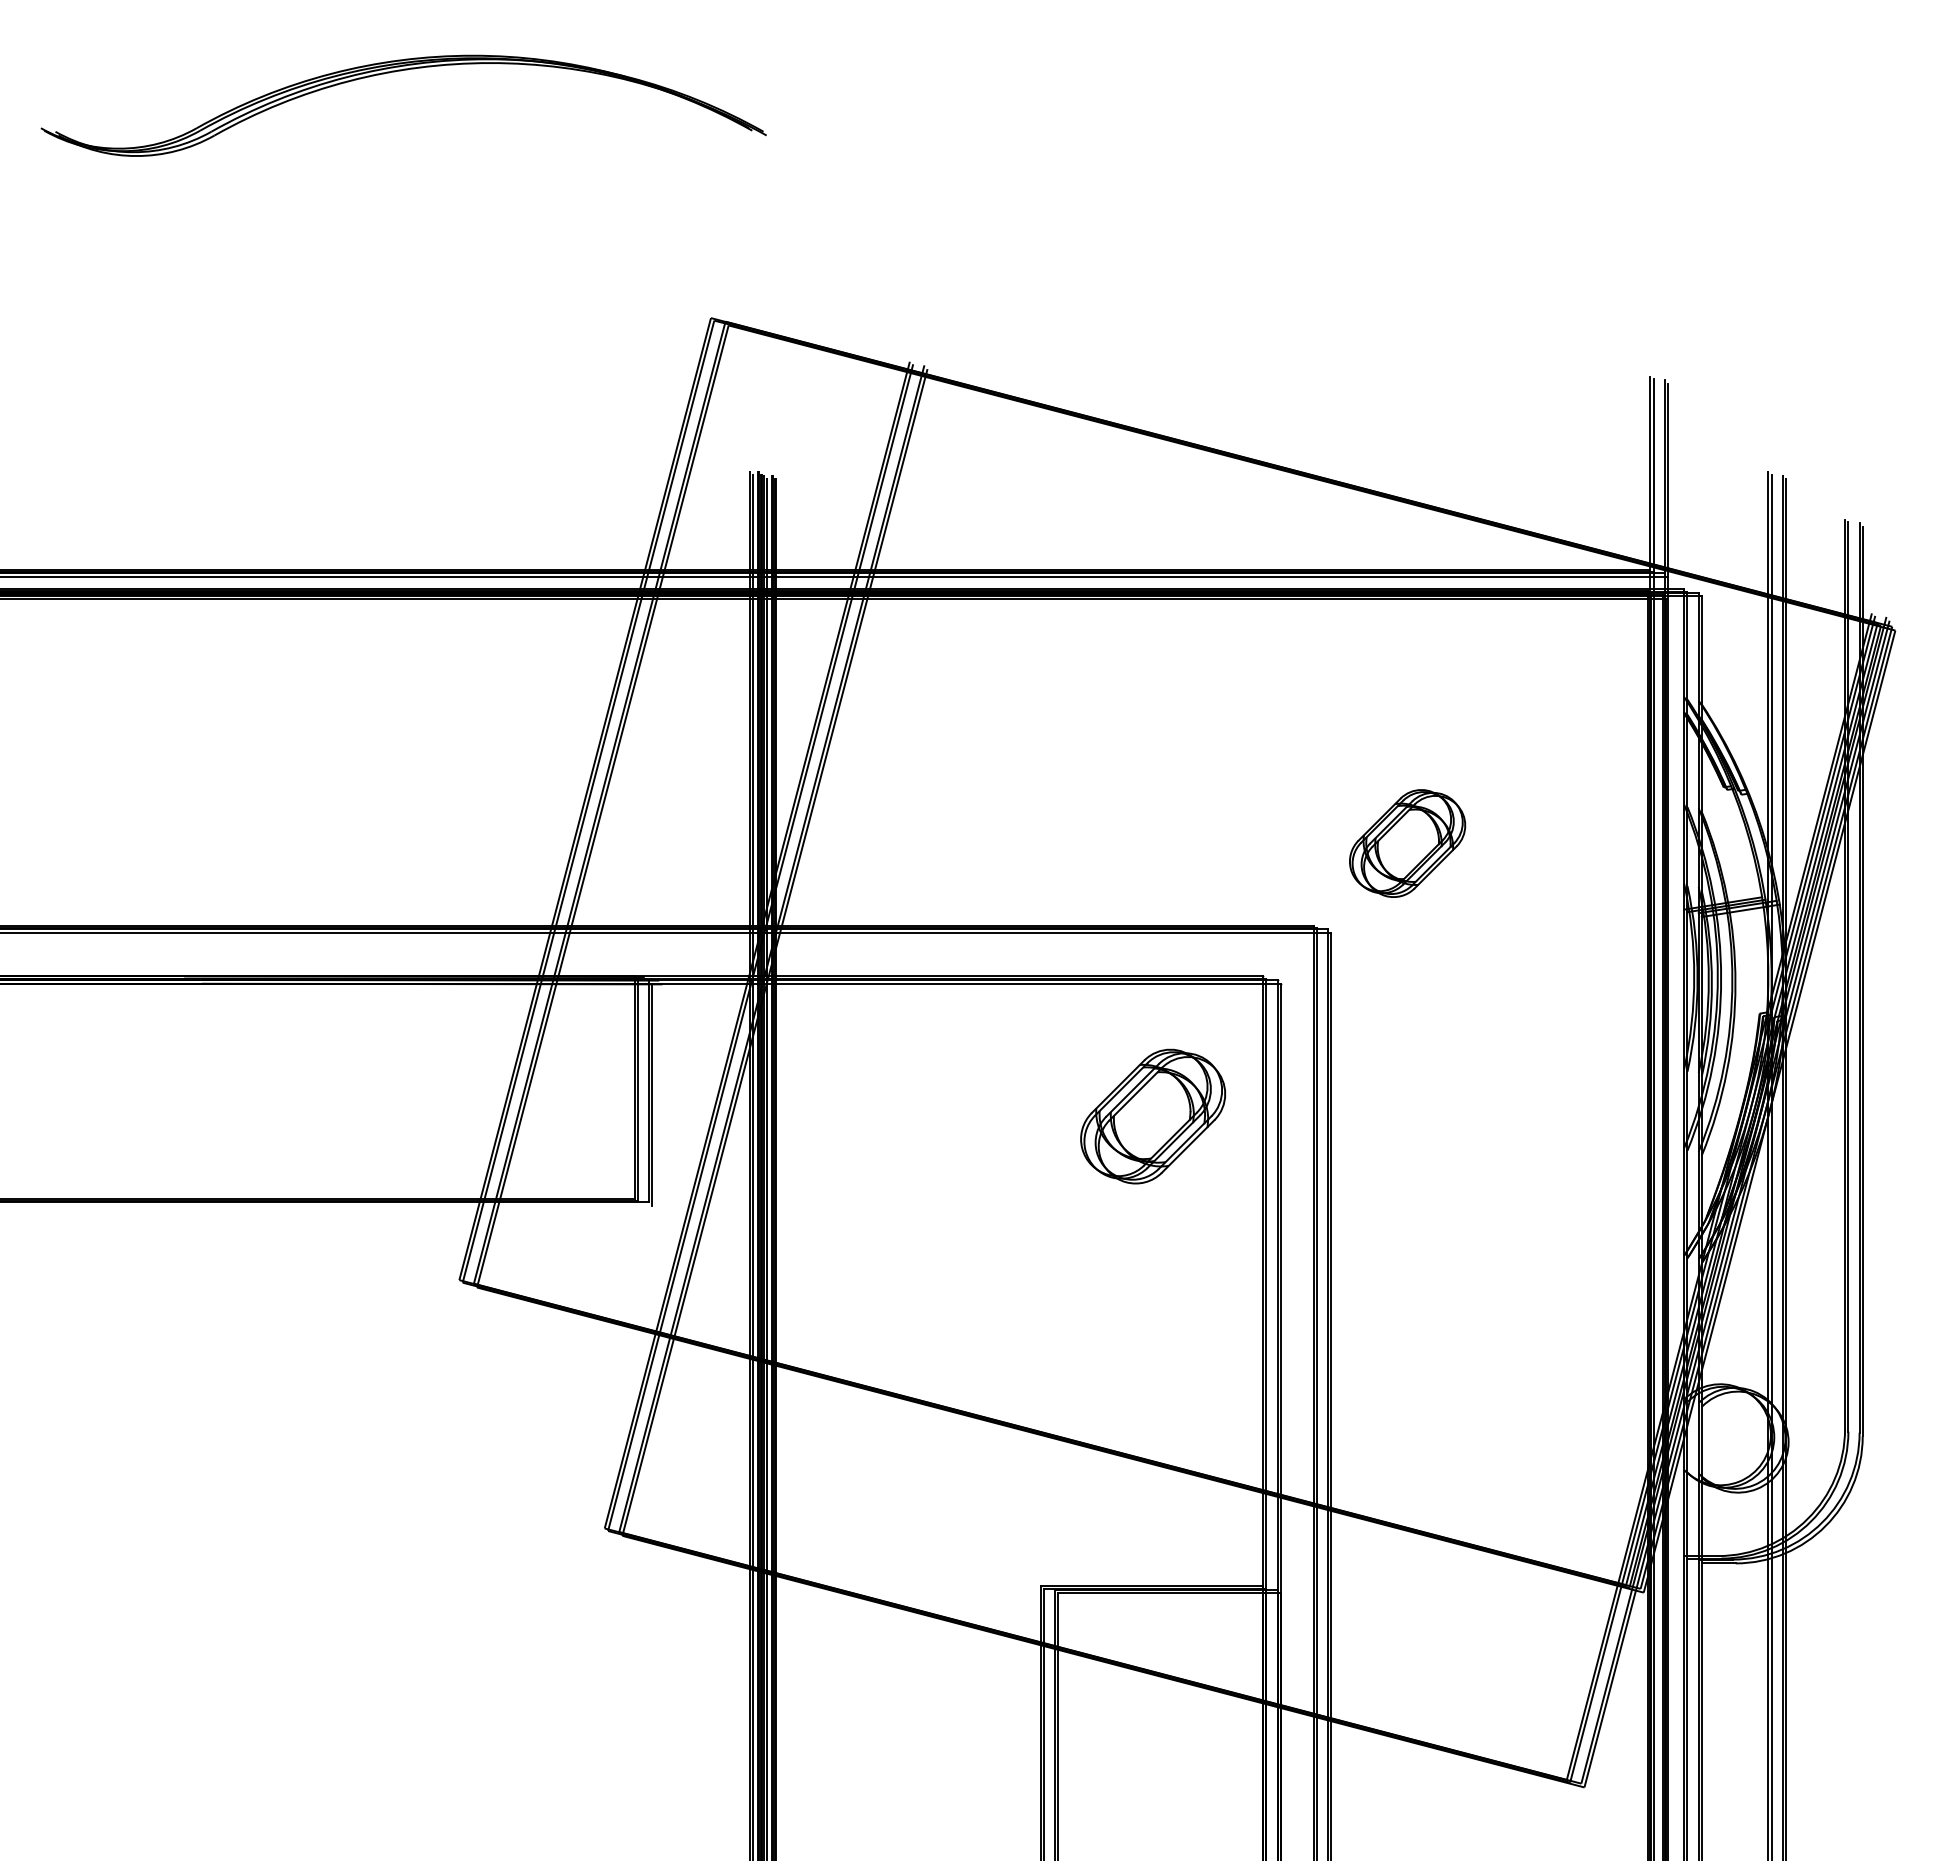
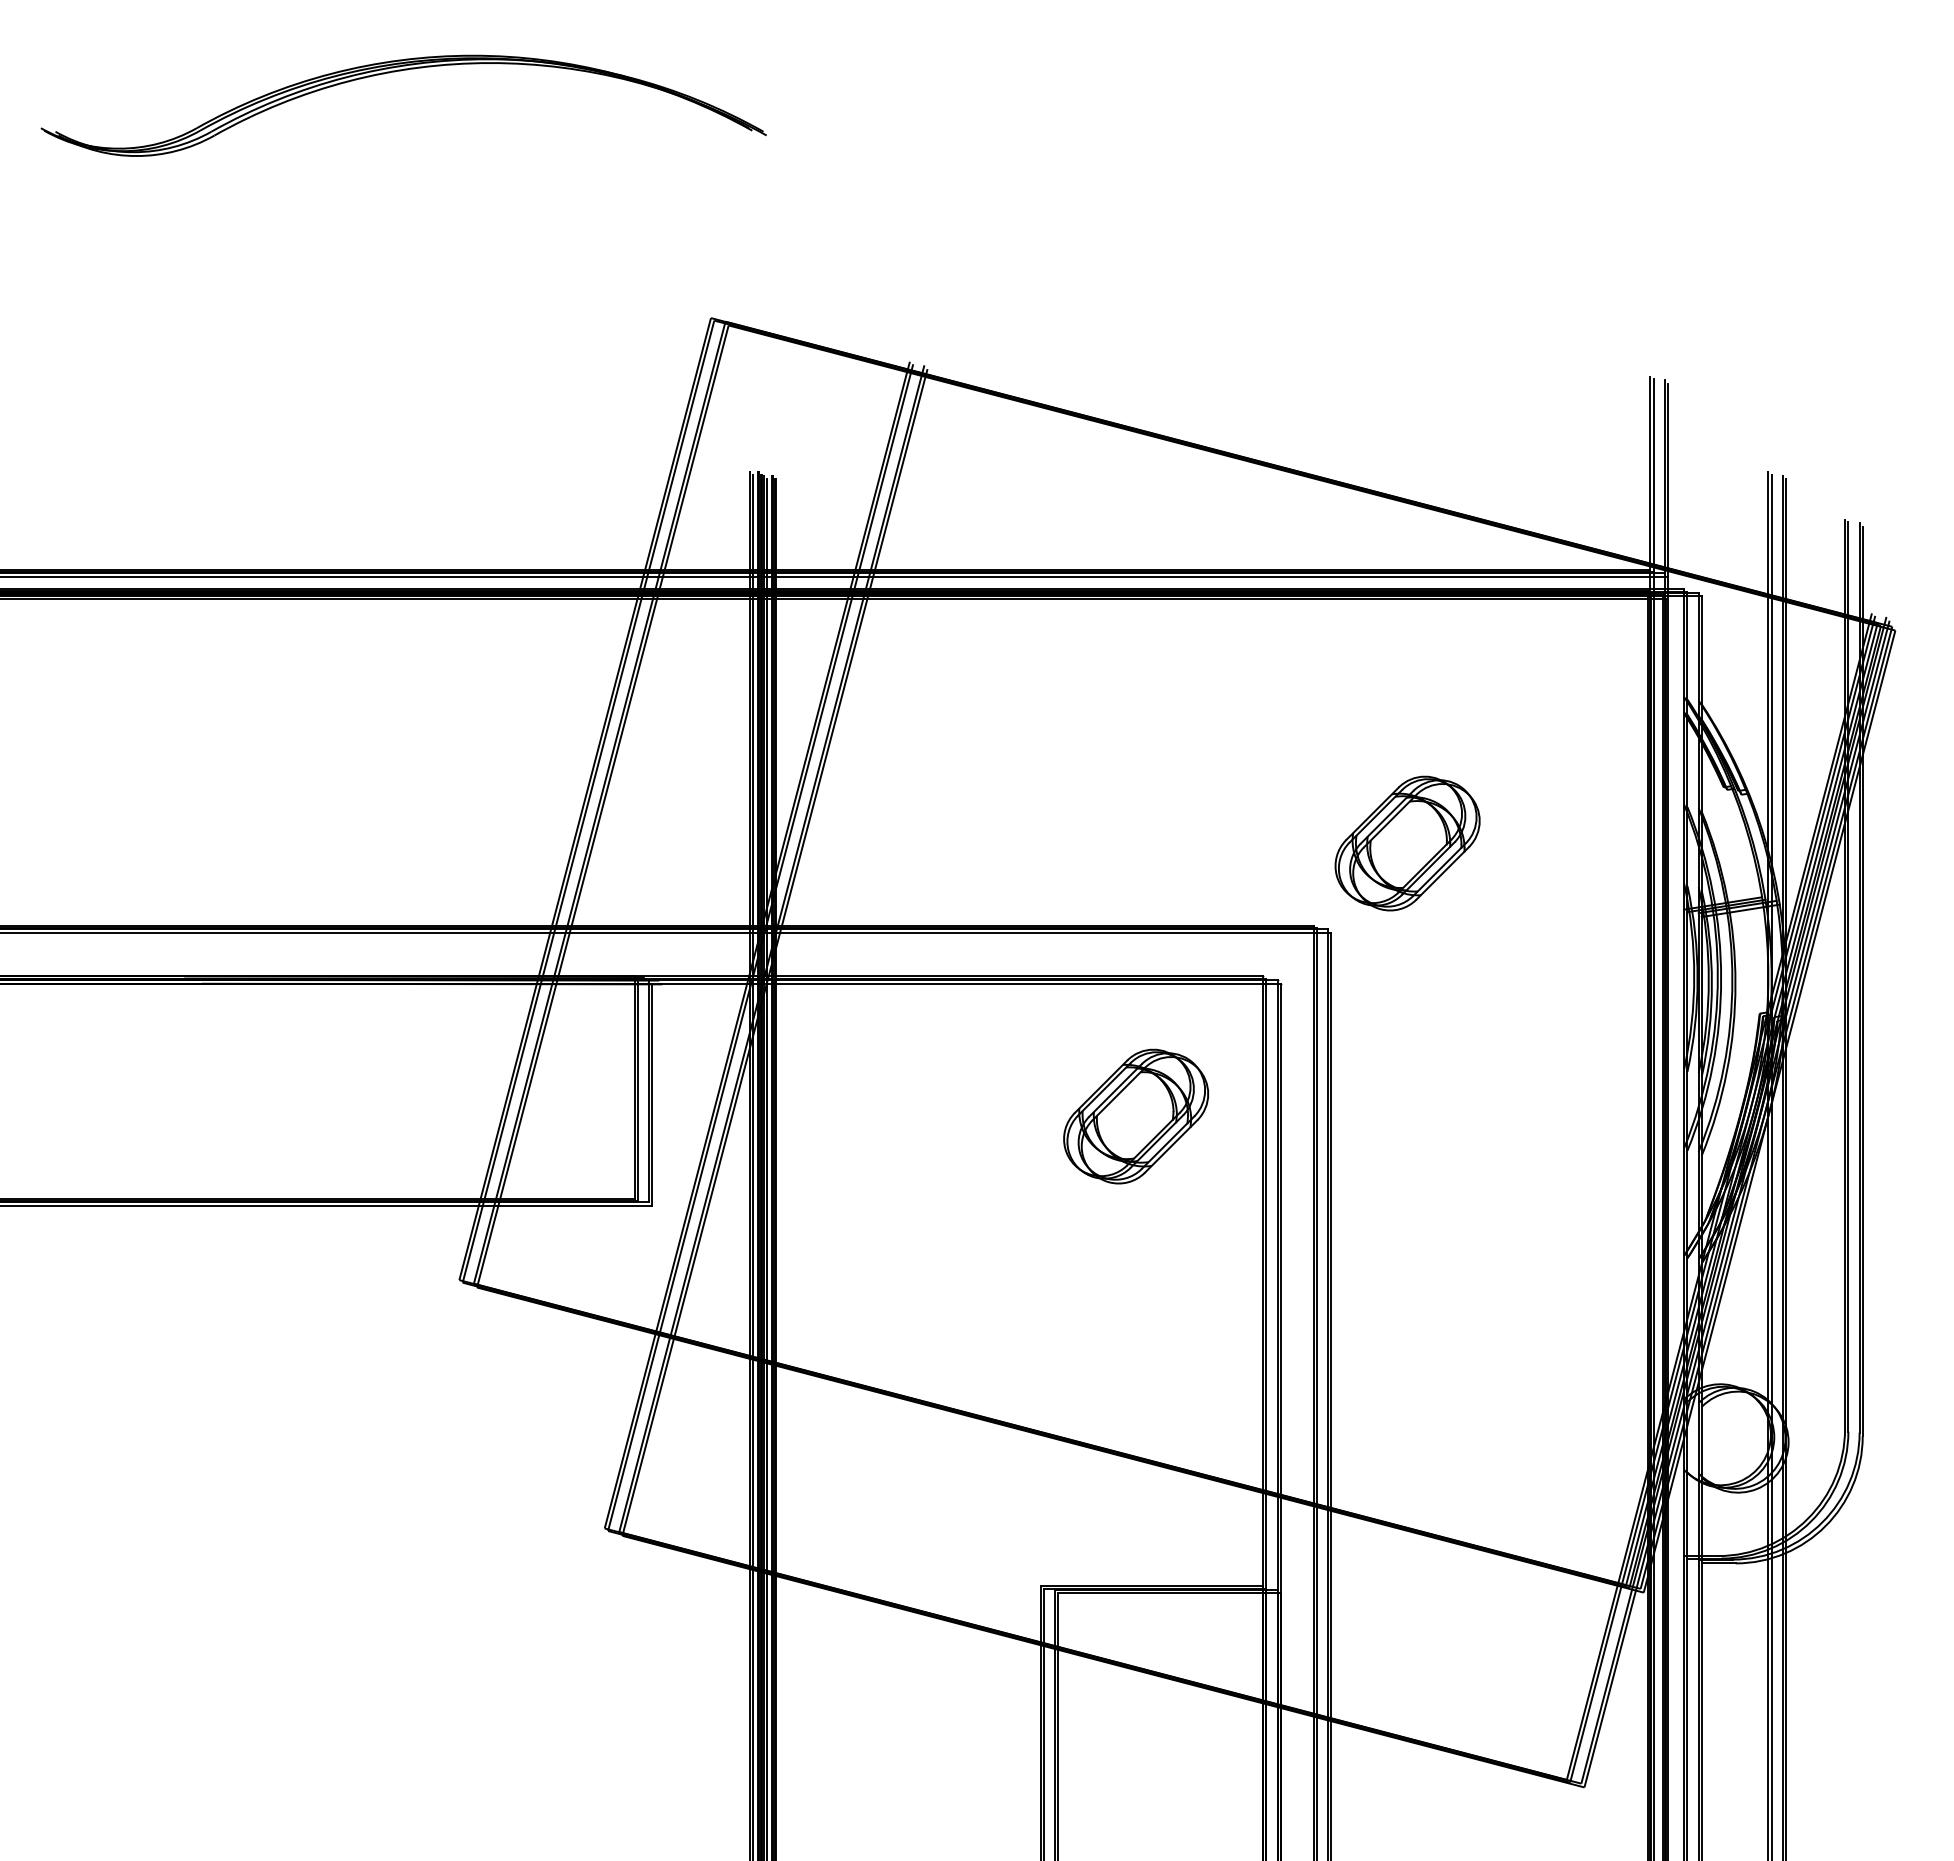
part at (1407, 843) size: 118x109 px -> 147x137 px
part at (1152, 1116) position: (1152, 1116) -> (1135, 1116)
line at (327, 1206): none -> present
